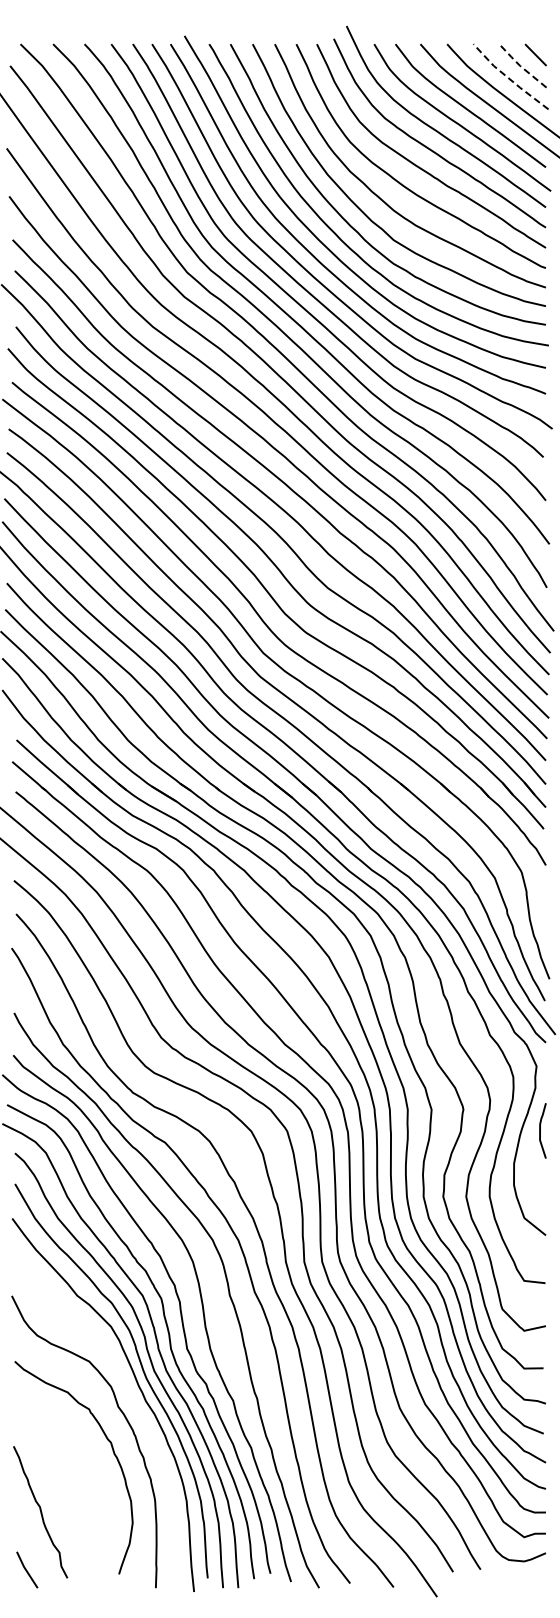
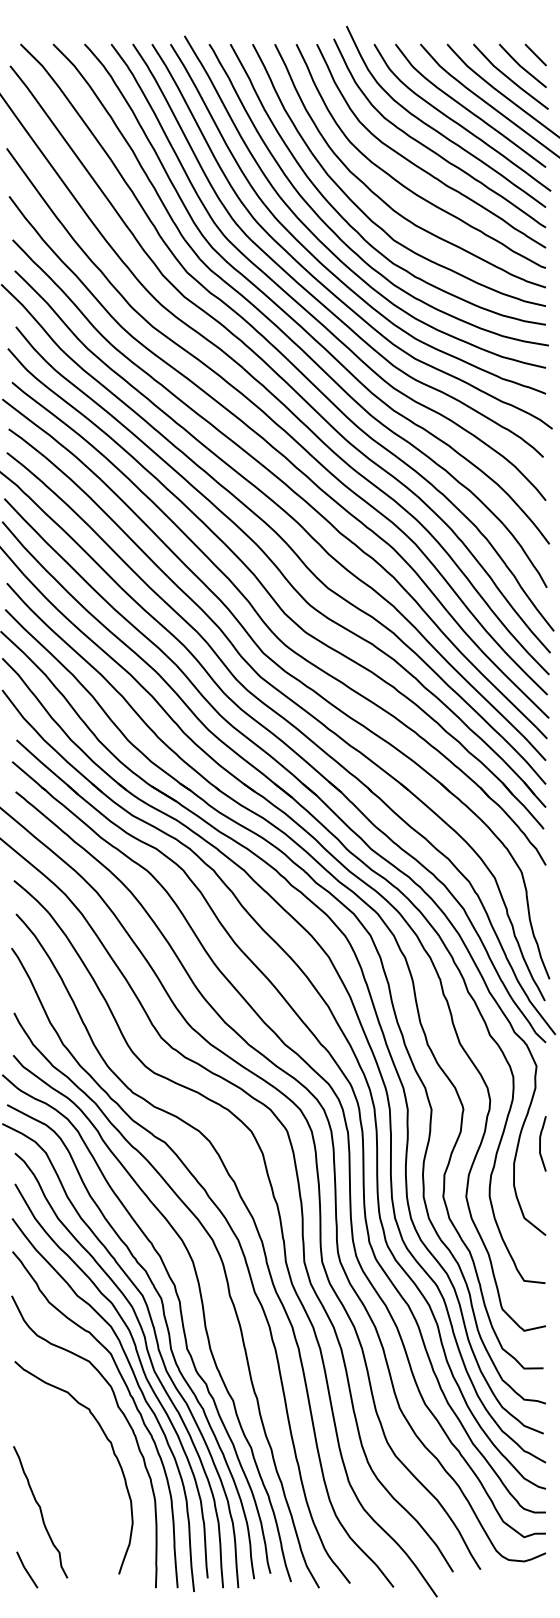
line at (520, 66): dashed -> solid
line at (508, 78): dashed -> solid
curve at (540, 1130) position: (540, 1130) -> (540, 1143)
curve at (134, 1405): none -> present
